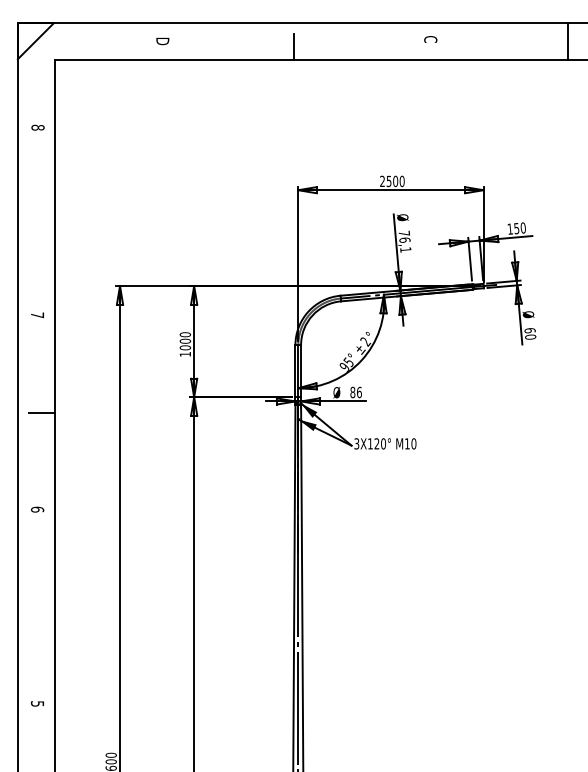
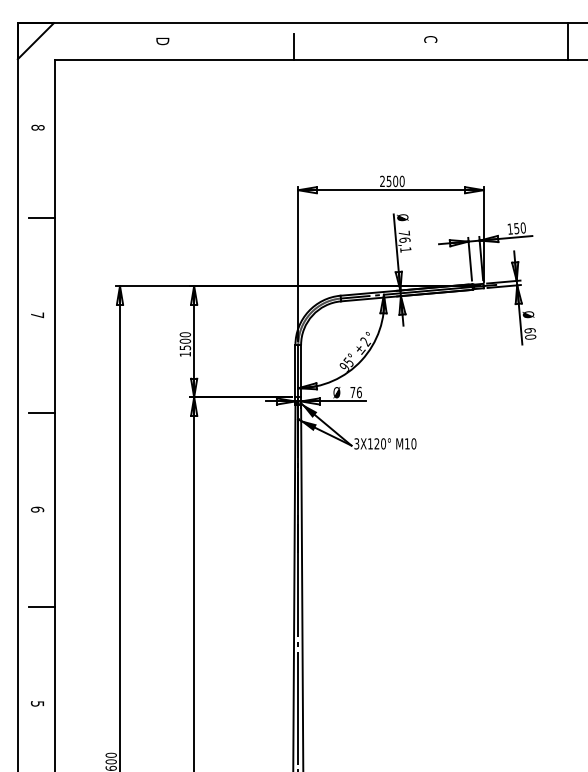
line at (41, 218): none -> present
text at (184, 347): 1000 -> 1500
text at (352, 392): 86 -> 76
line at (41, 606): none -> present
